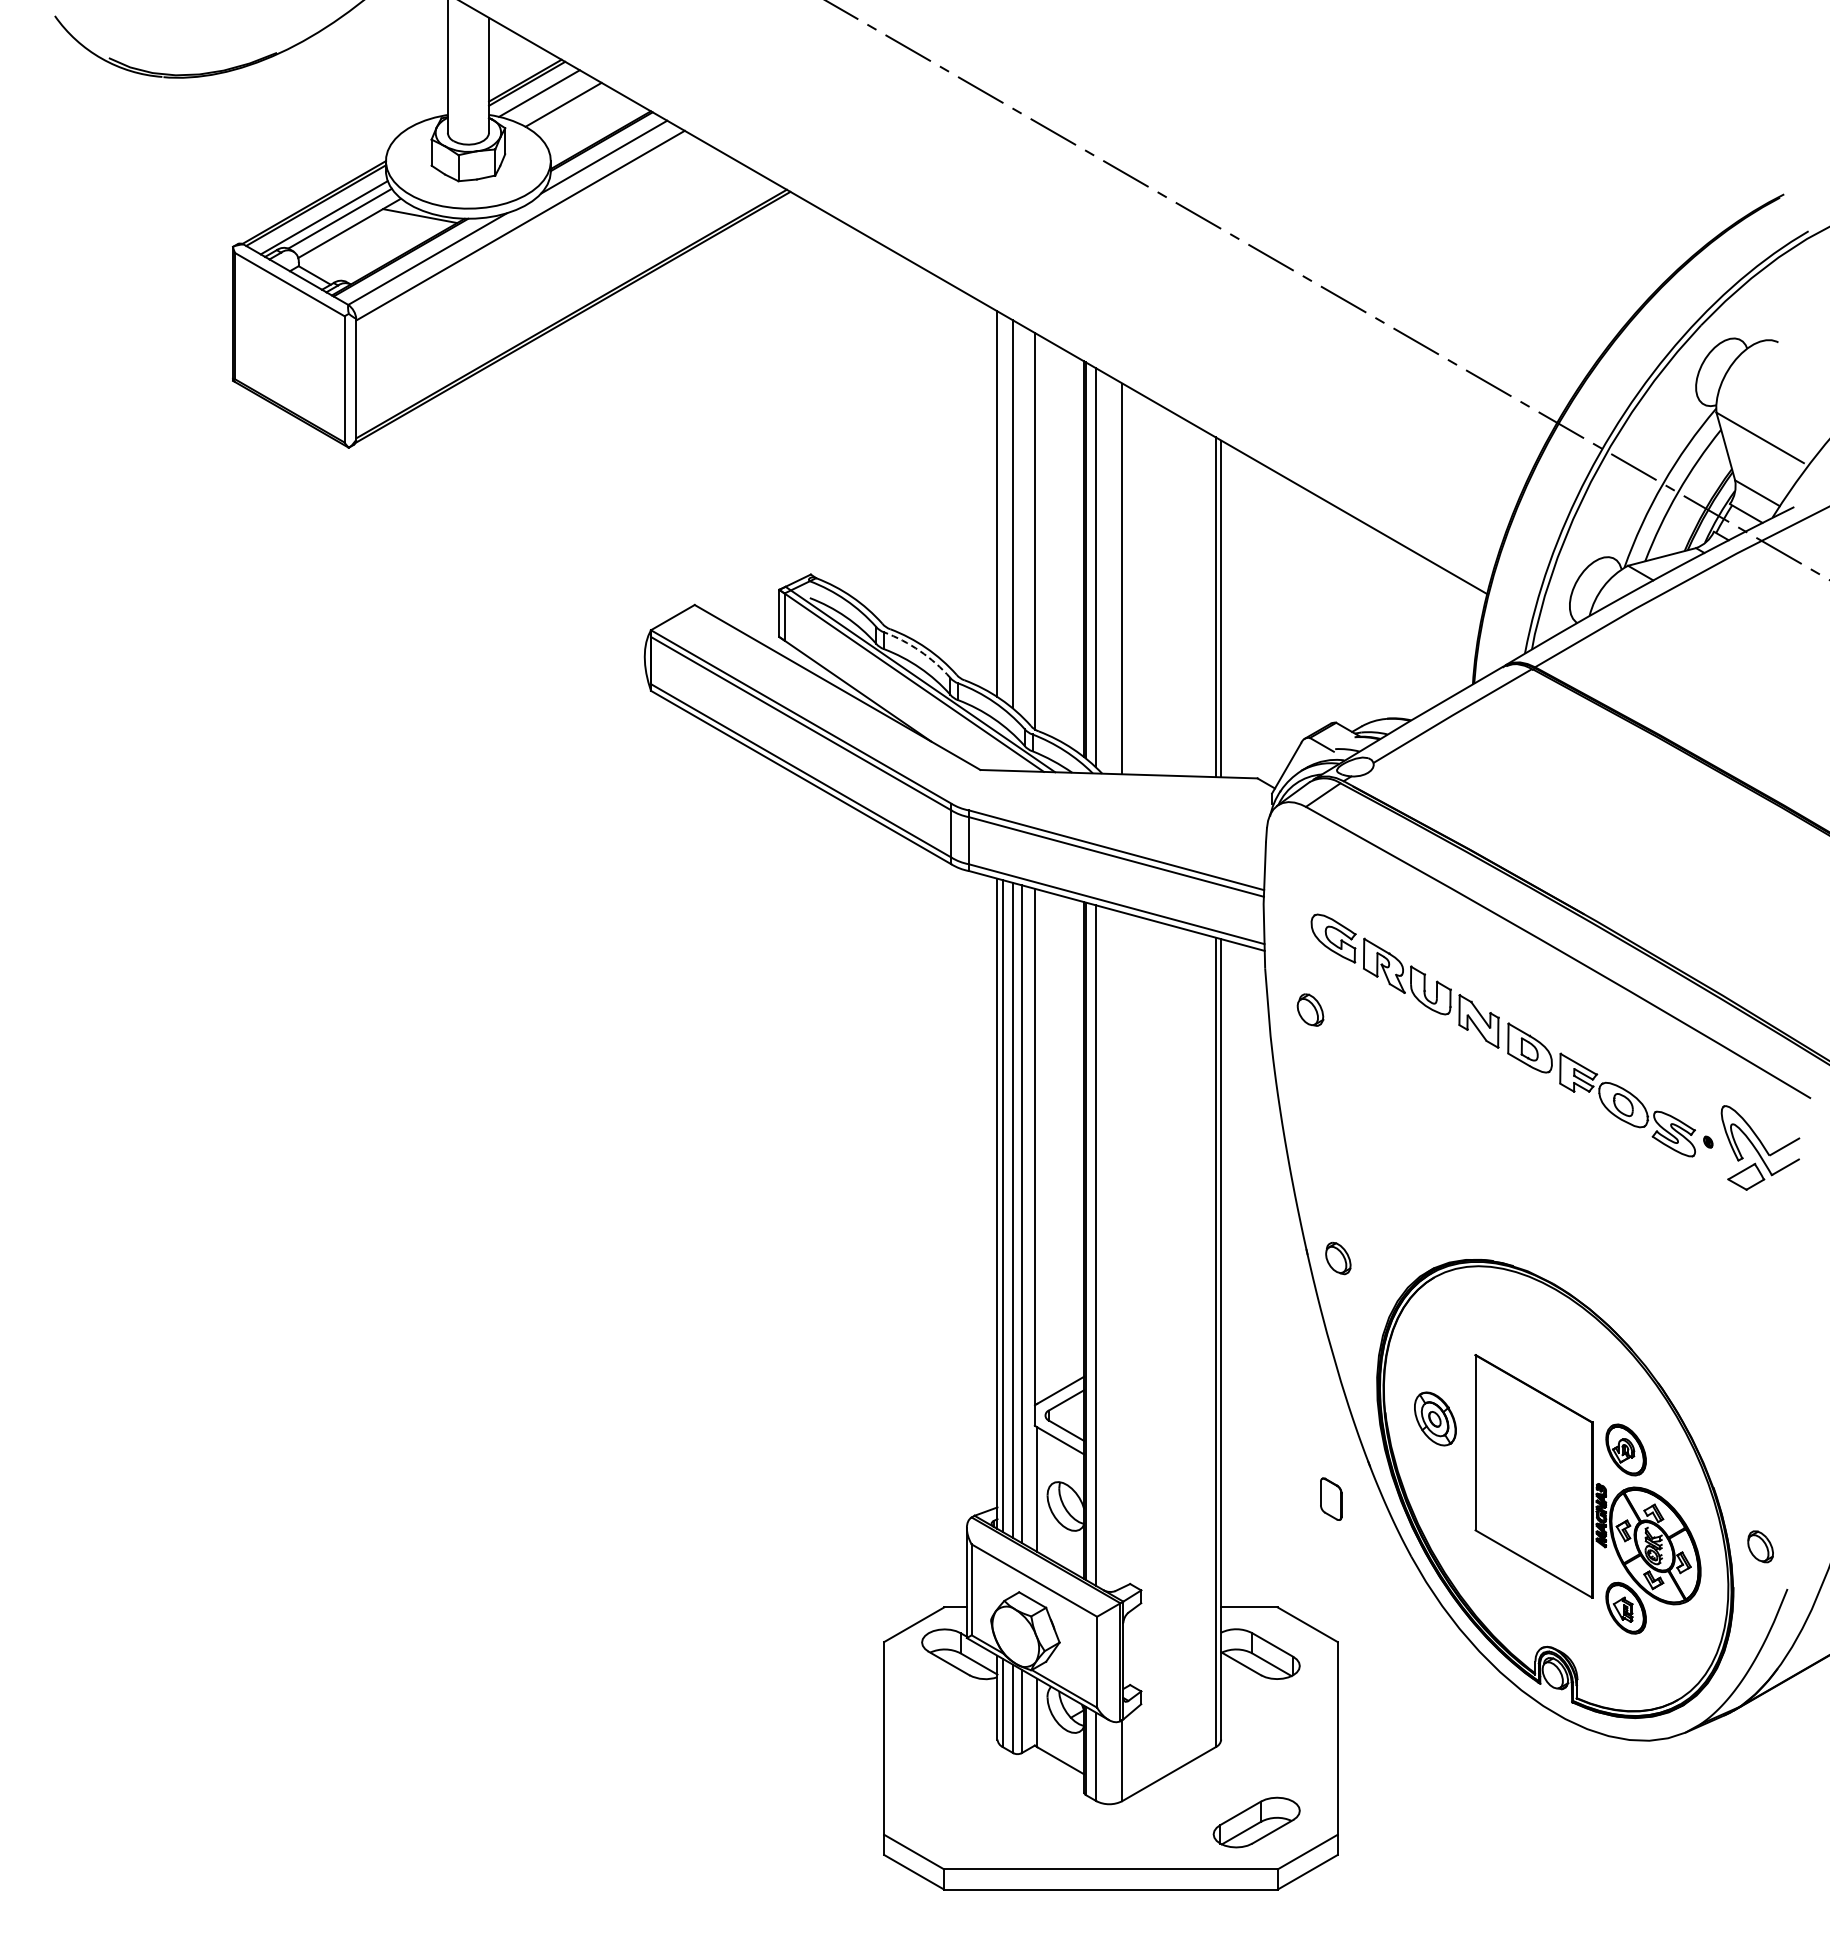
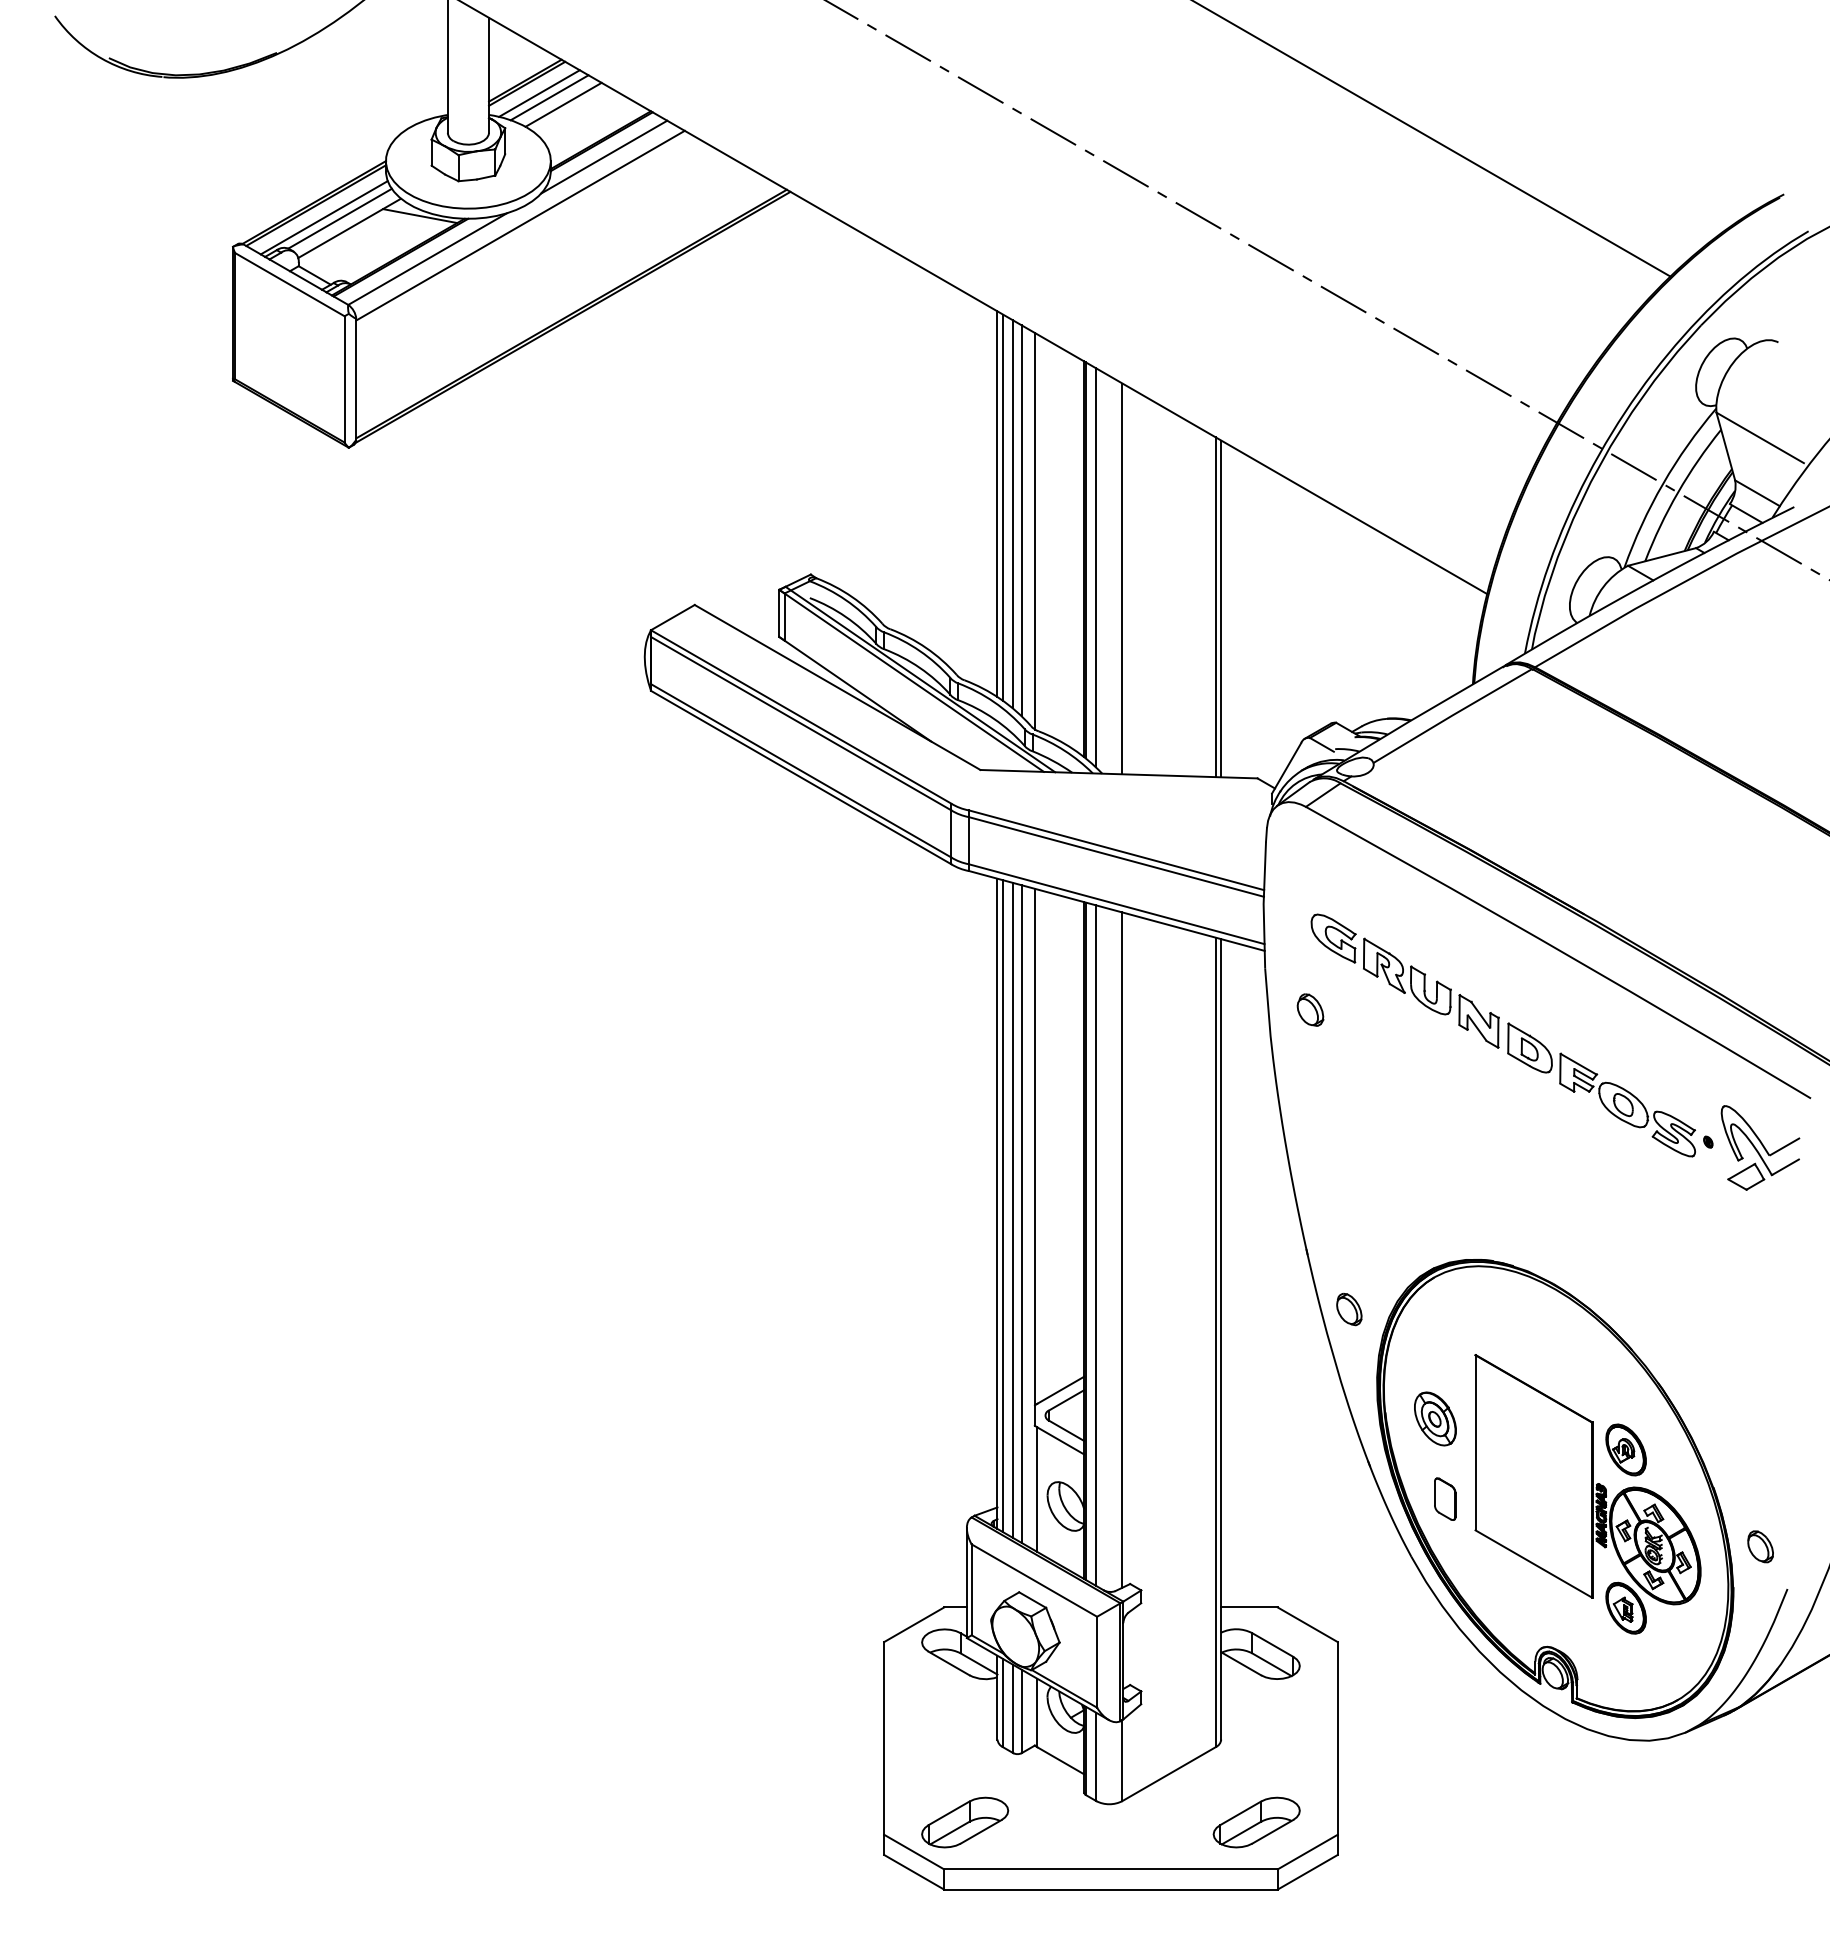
line at (549, 97): none -> present
line at (1432, 139): none -> present
line at (1002, 507): none -> present
line at (1021, 520): none -> present
arc at (919, 651): dashed -> solid
line at (1122, 1249): none -> present
part at (1338, 1258) position: (1338, 1258) -> (1349, 1309)
part at (1331, 1498) position: (1331, 1498) -> (1445, 1498)
part at (965, 1822): none -> present
